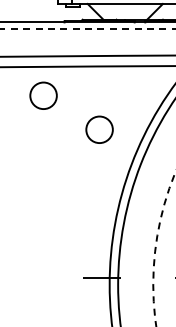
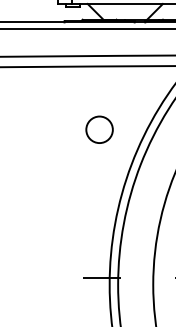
line at (88, 28): dashed -> solid
circle at (43, 95): present -> none
arc at (155, 247): dashed -> solid
